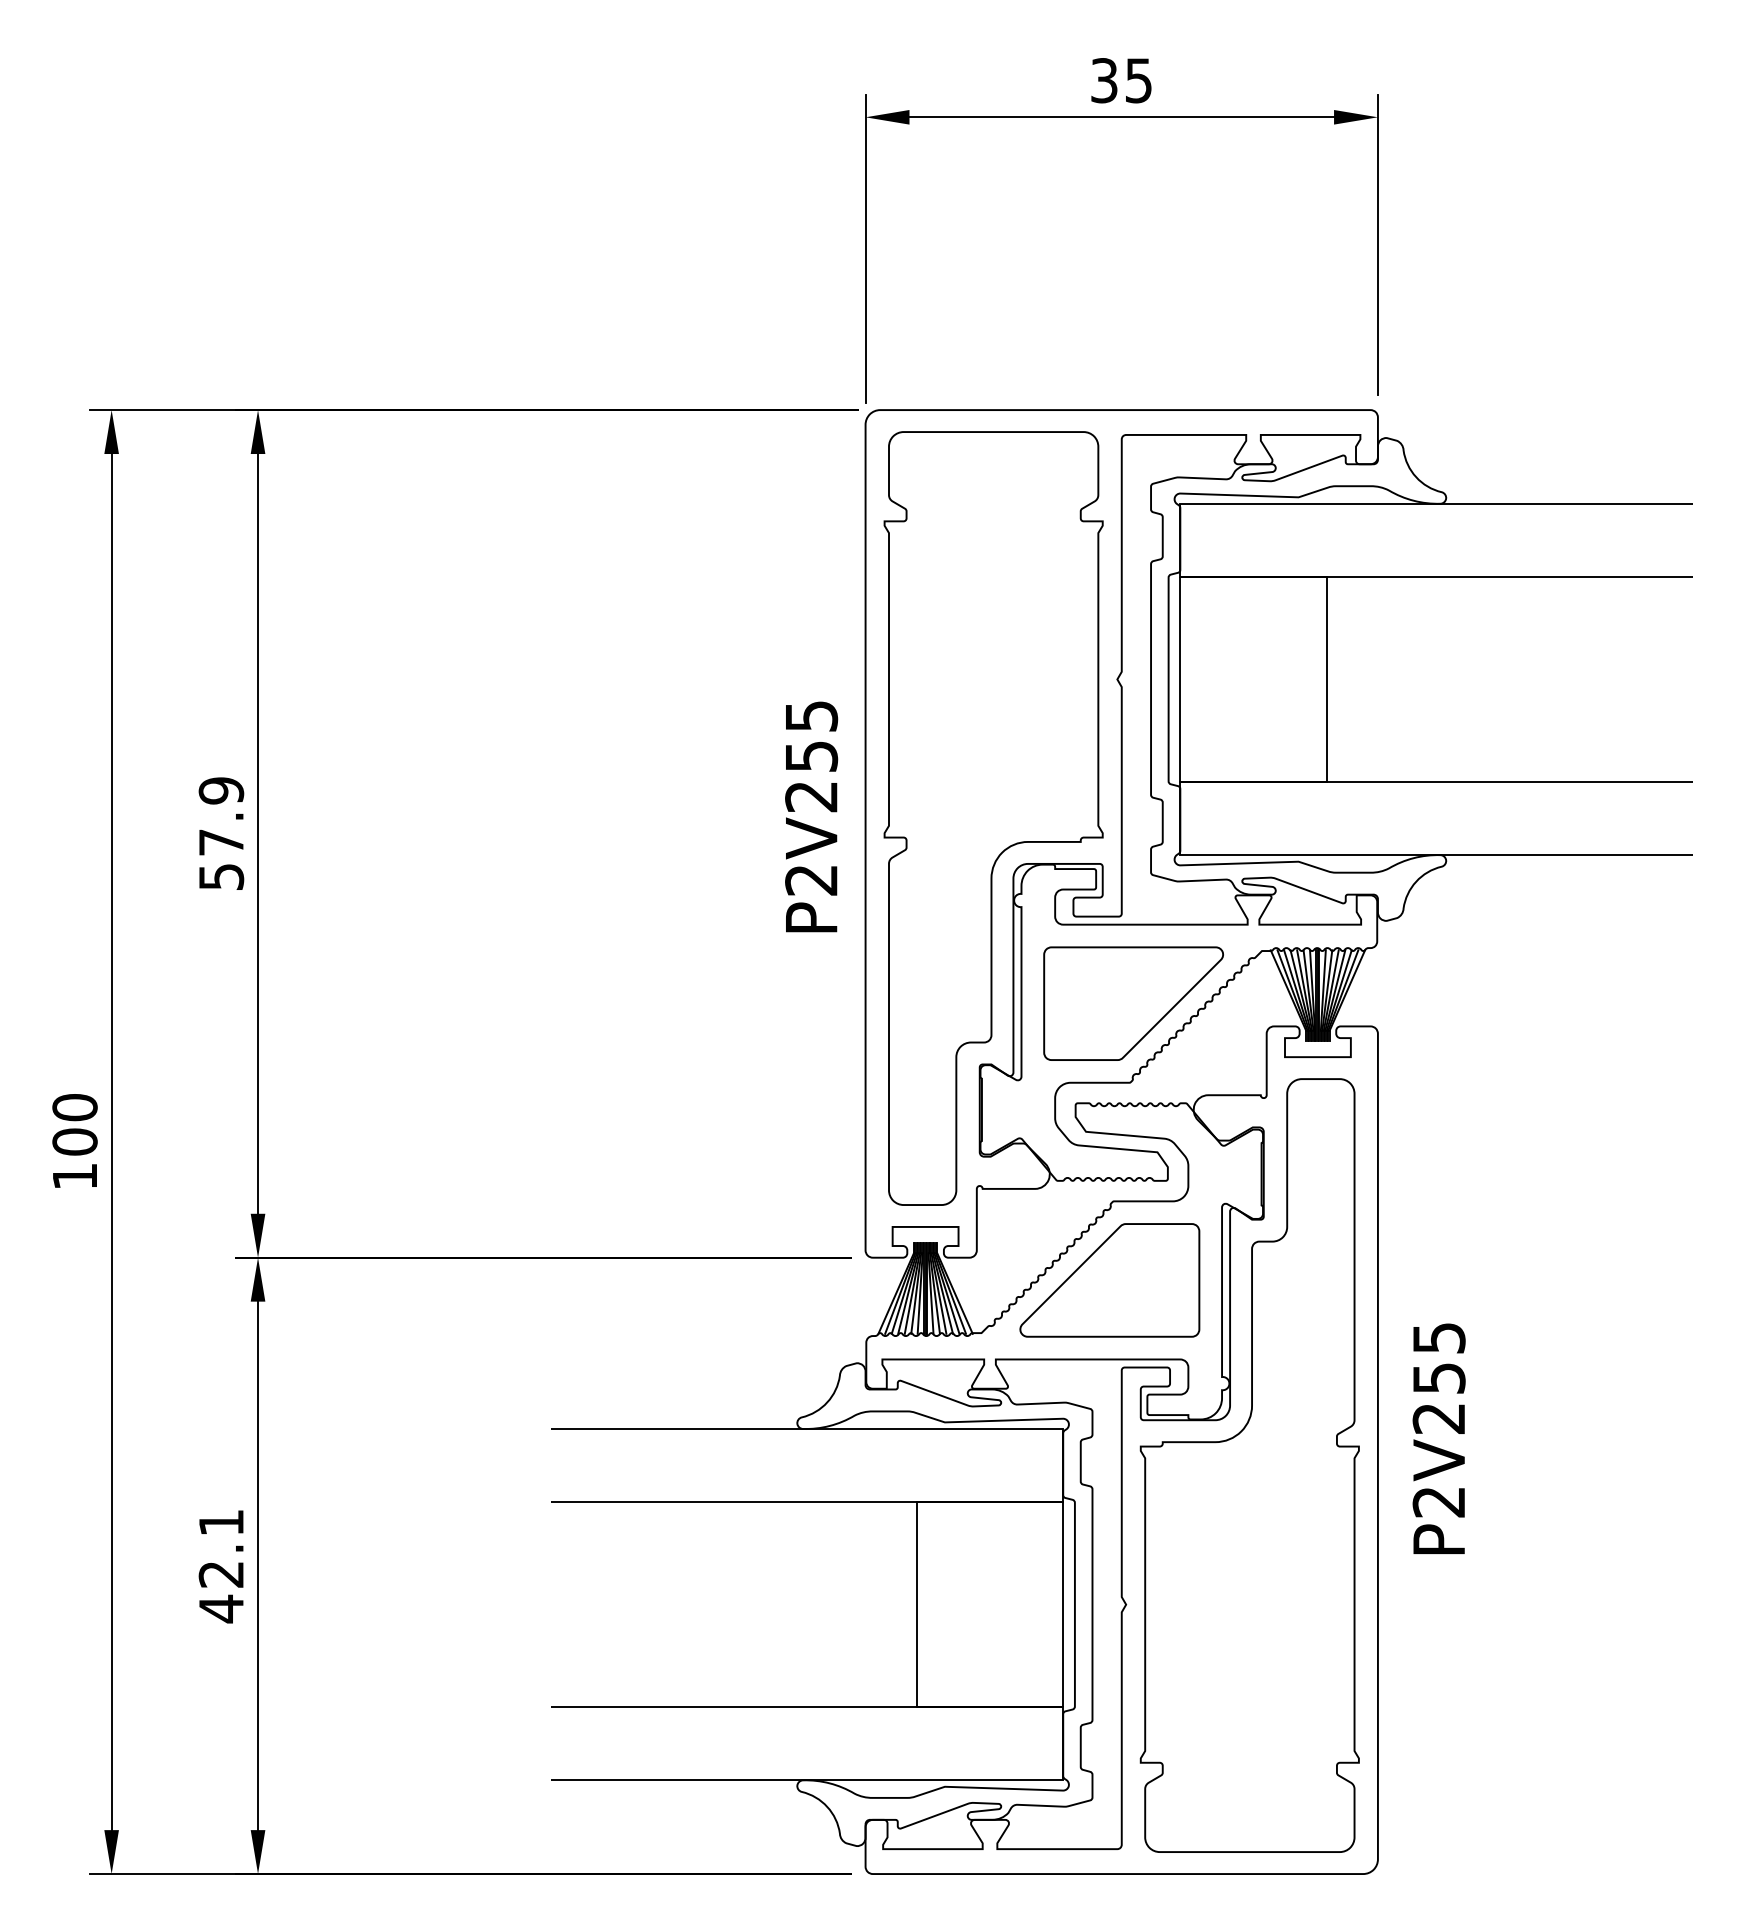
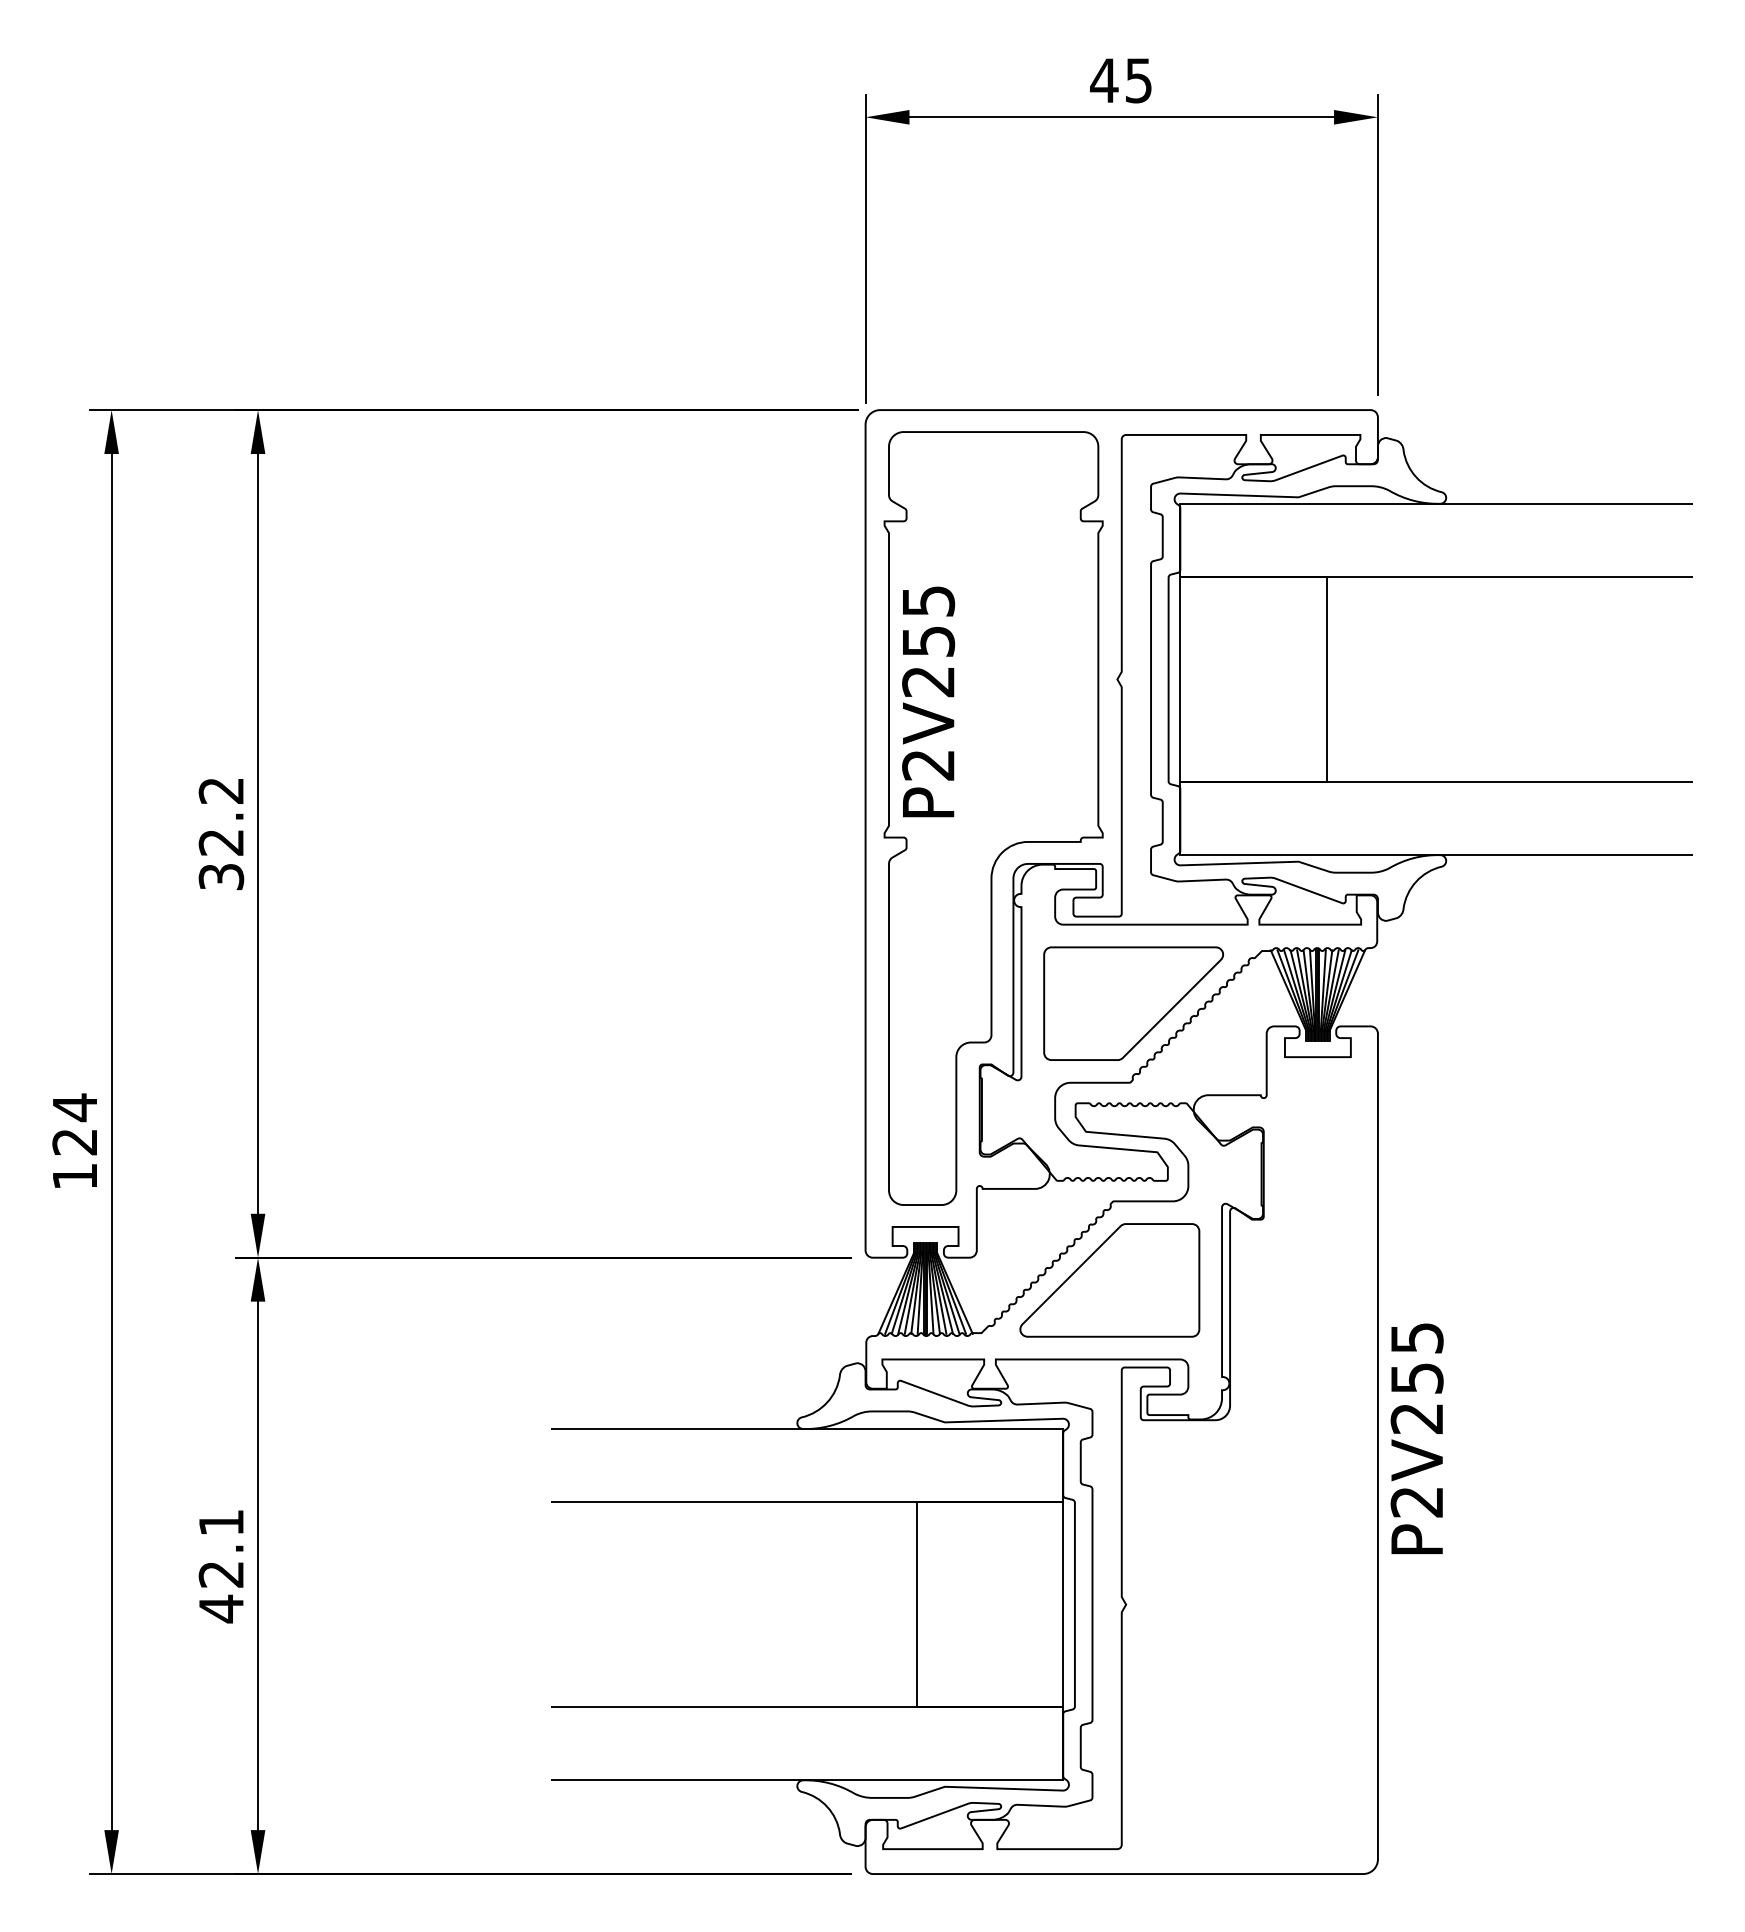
text at (1104, 80): 35 -> 45
text at (811, 816) position: (811, 816) -> (928, 701)
text at (221, 833): 57.9 -> 32.2
text at (74, 1124): 100 -> 124
text at (1438, 1438) position: (1438, 1438) -> (1416, 1438)
part at (1249, 1465): present -> none
